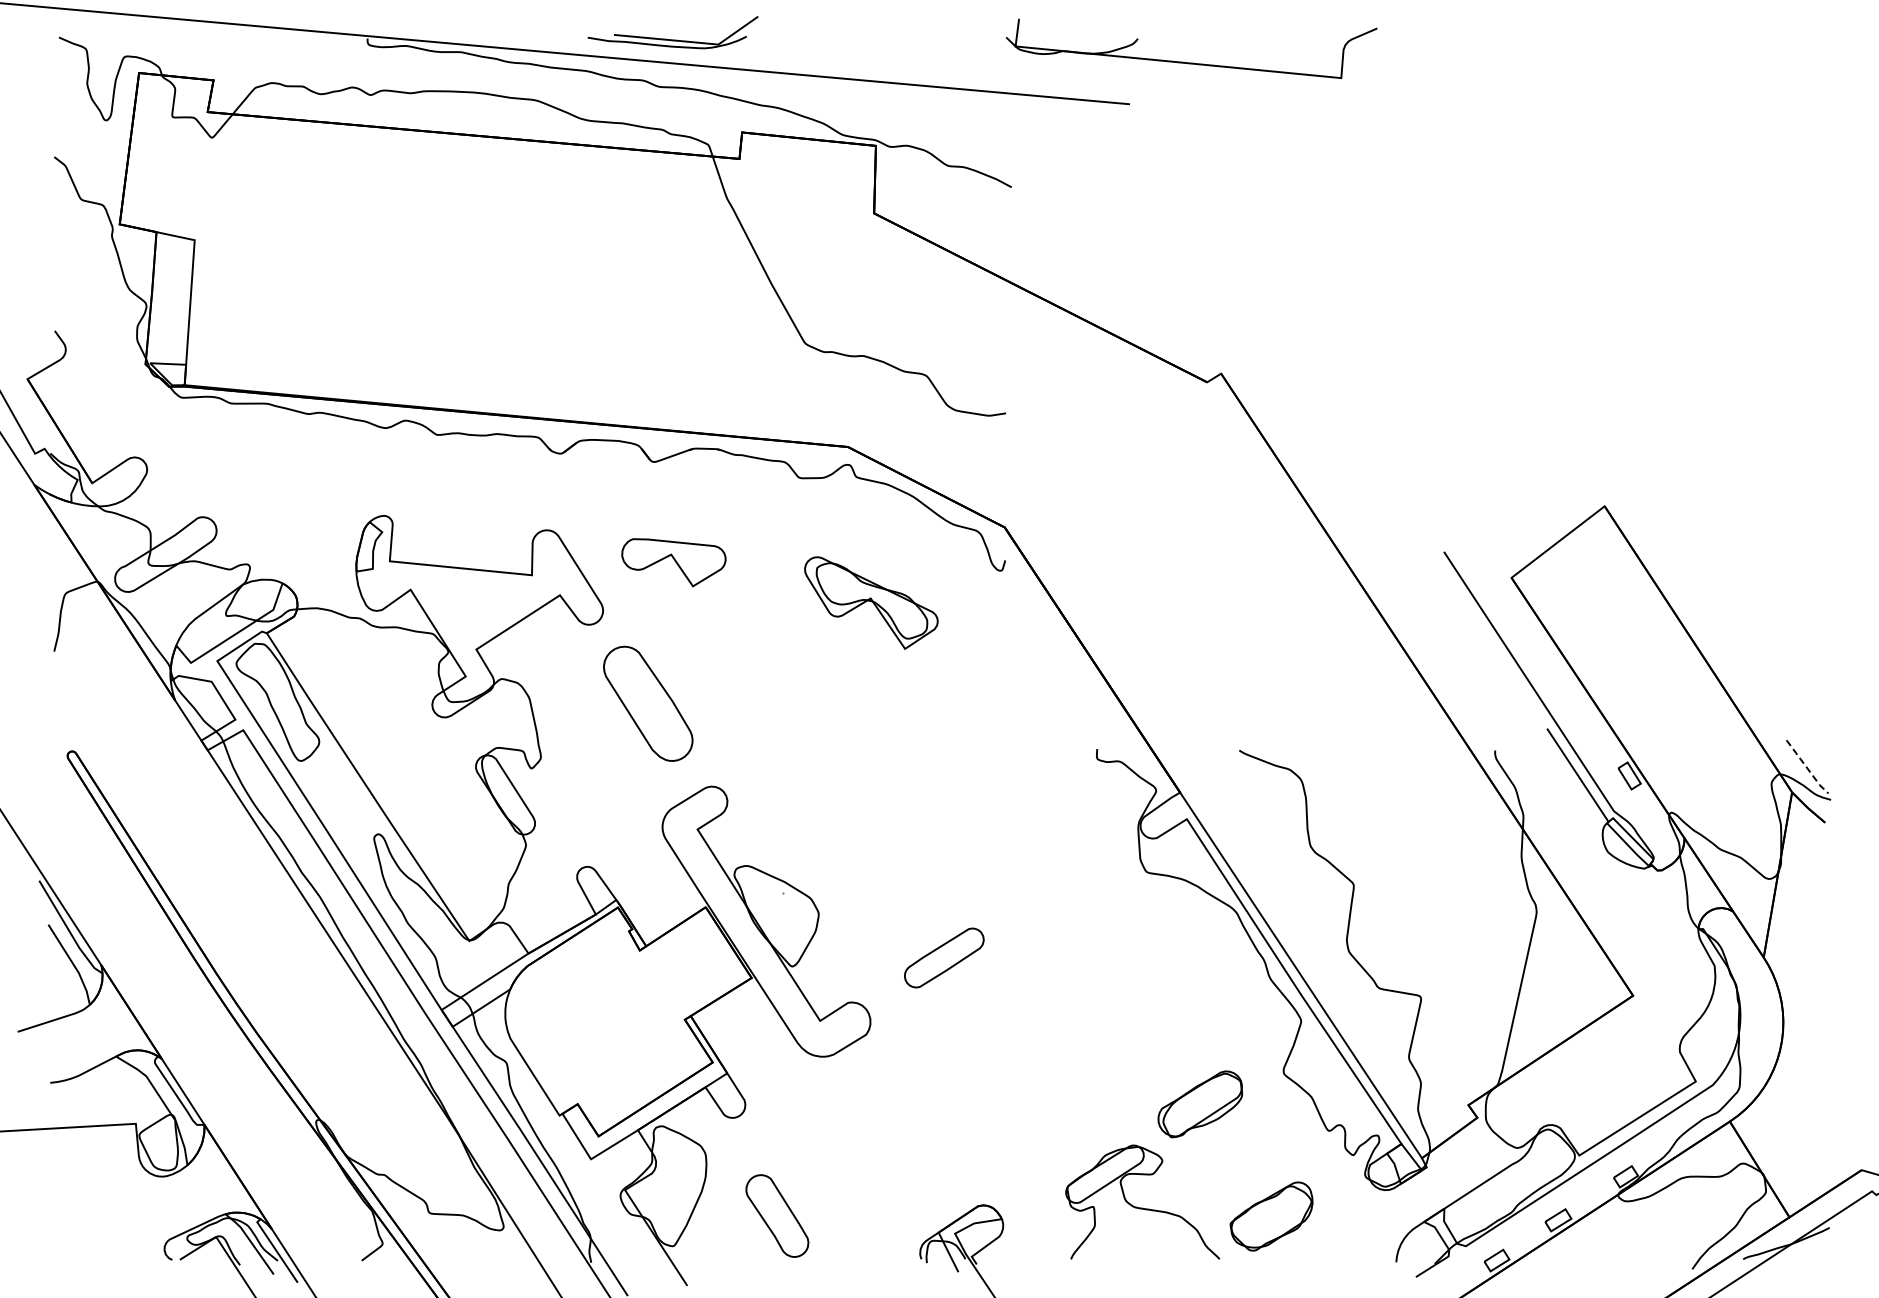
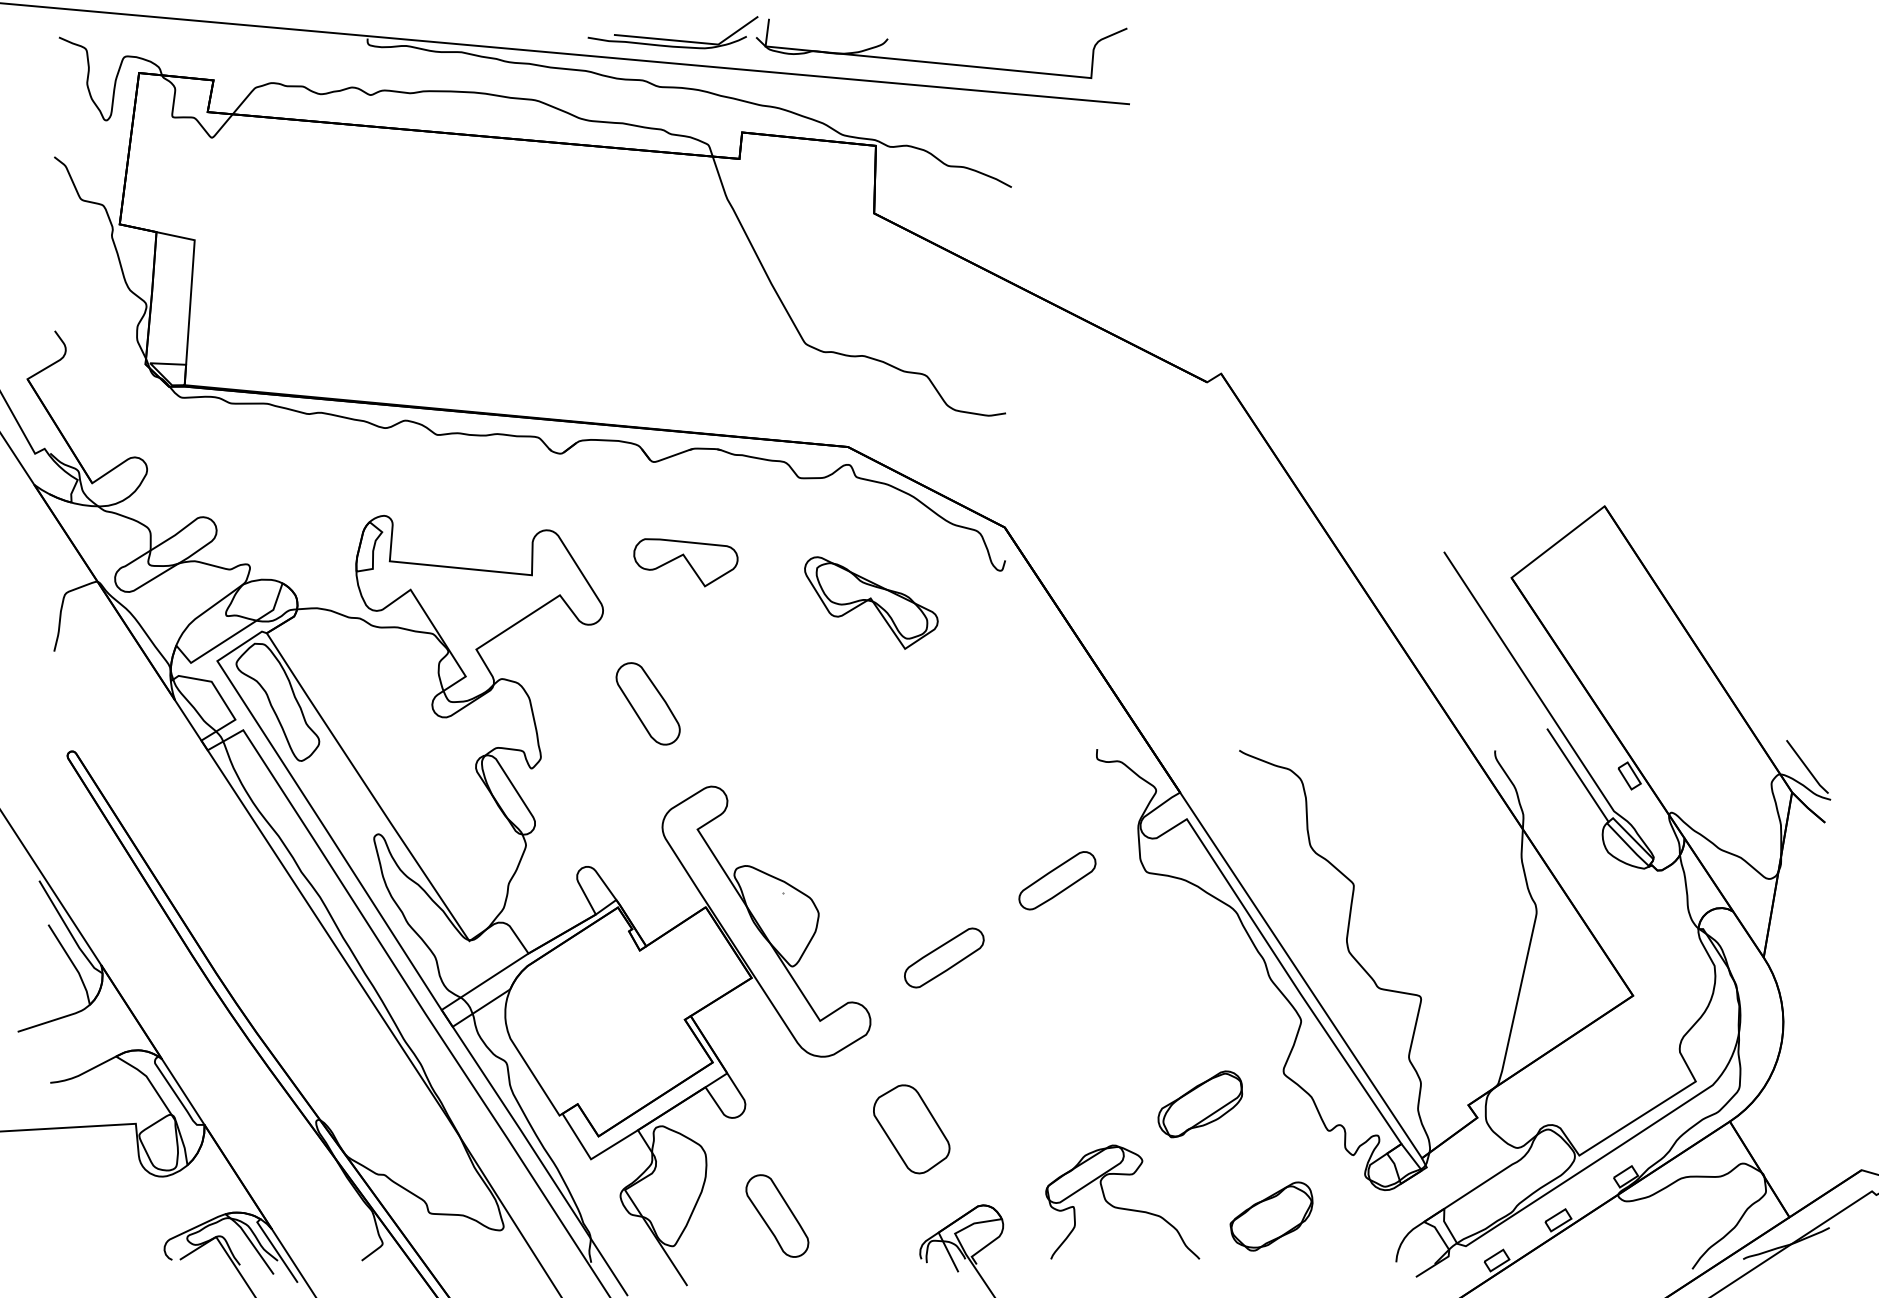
part at (1191, 62) position: (1191, 62) -> (941, 62)
part at (673, 562) position: (673, 562) -> (685, 562)
part at (648, 703) size: 91x117 px -> 66x84 px
line at (1807, 767): dashed -> solid
part at (1057, 880): none -> present
part at (911, 1129): none -> present
part at (1142, 1201) position: (1142, 1201) -> (1122, 1201)
